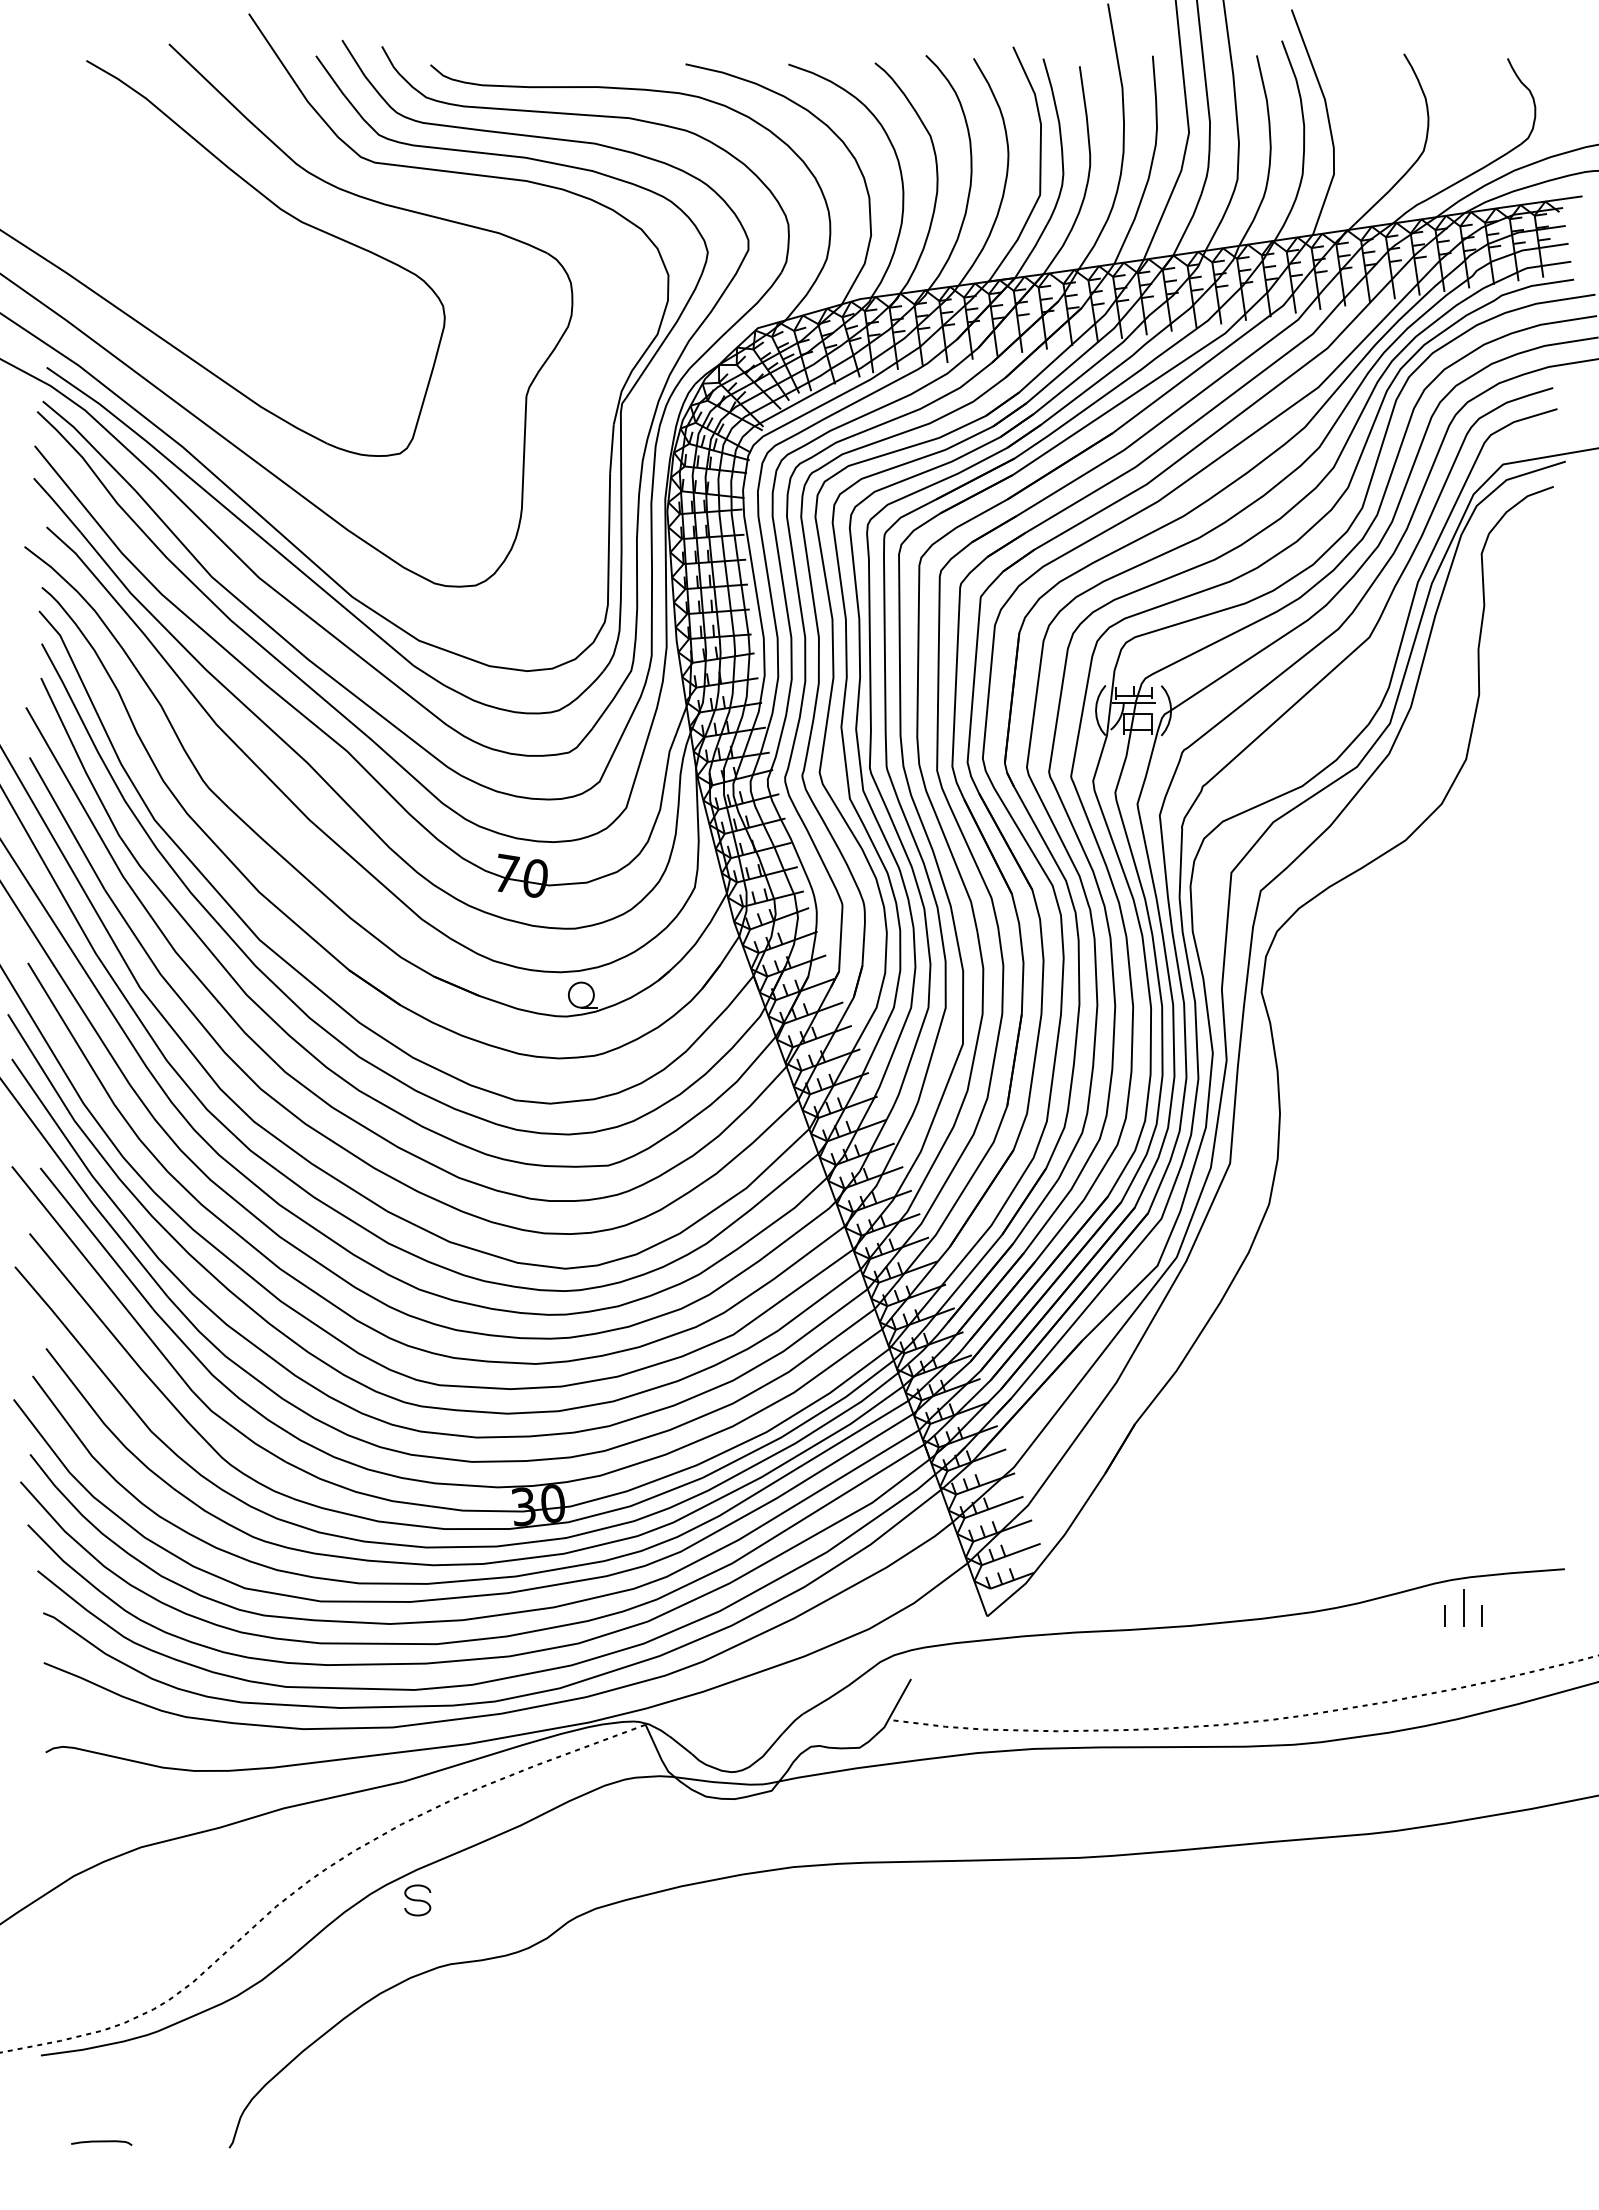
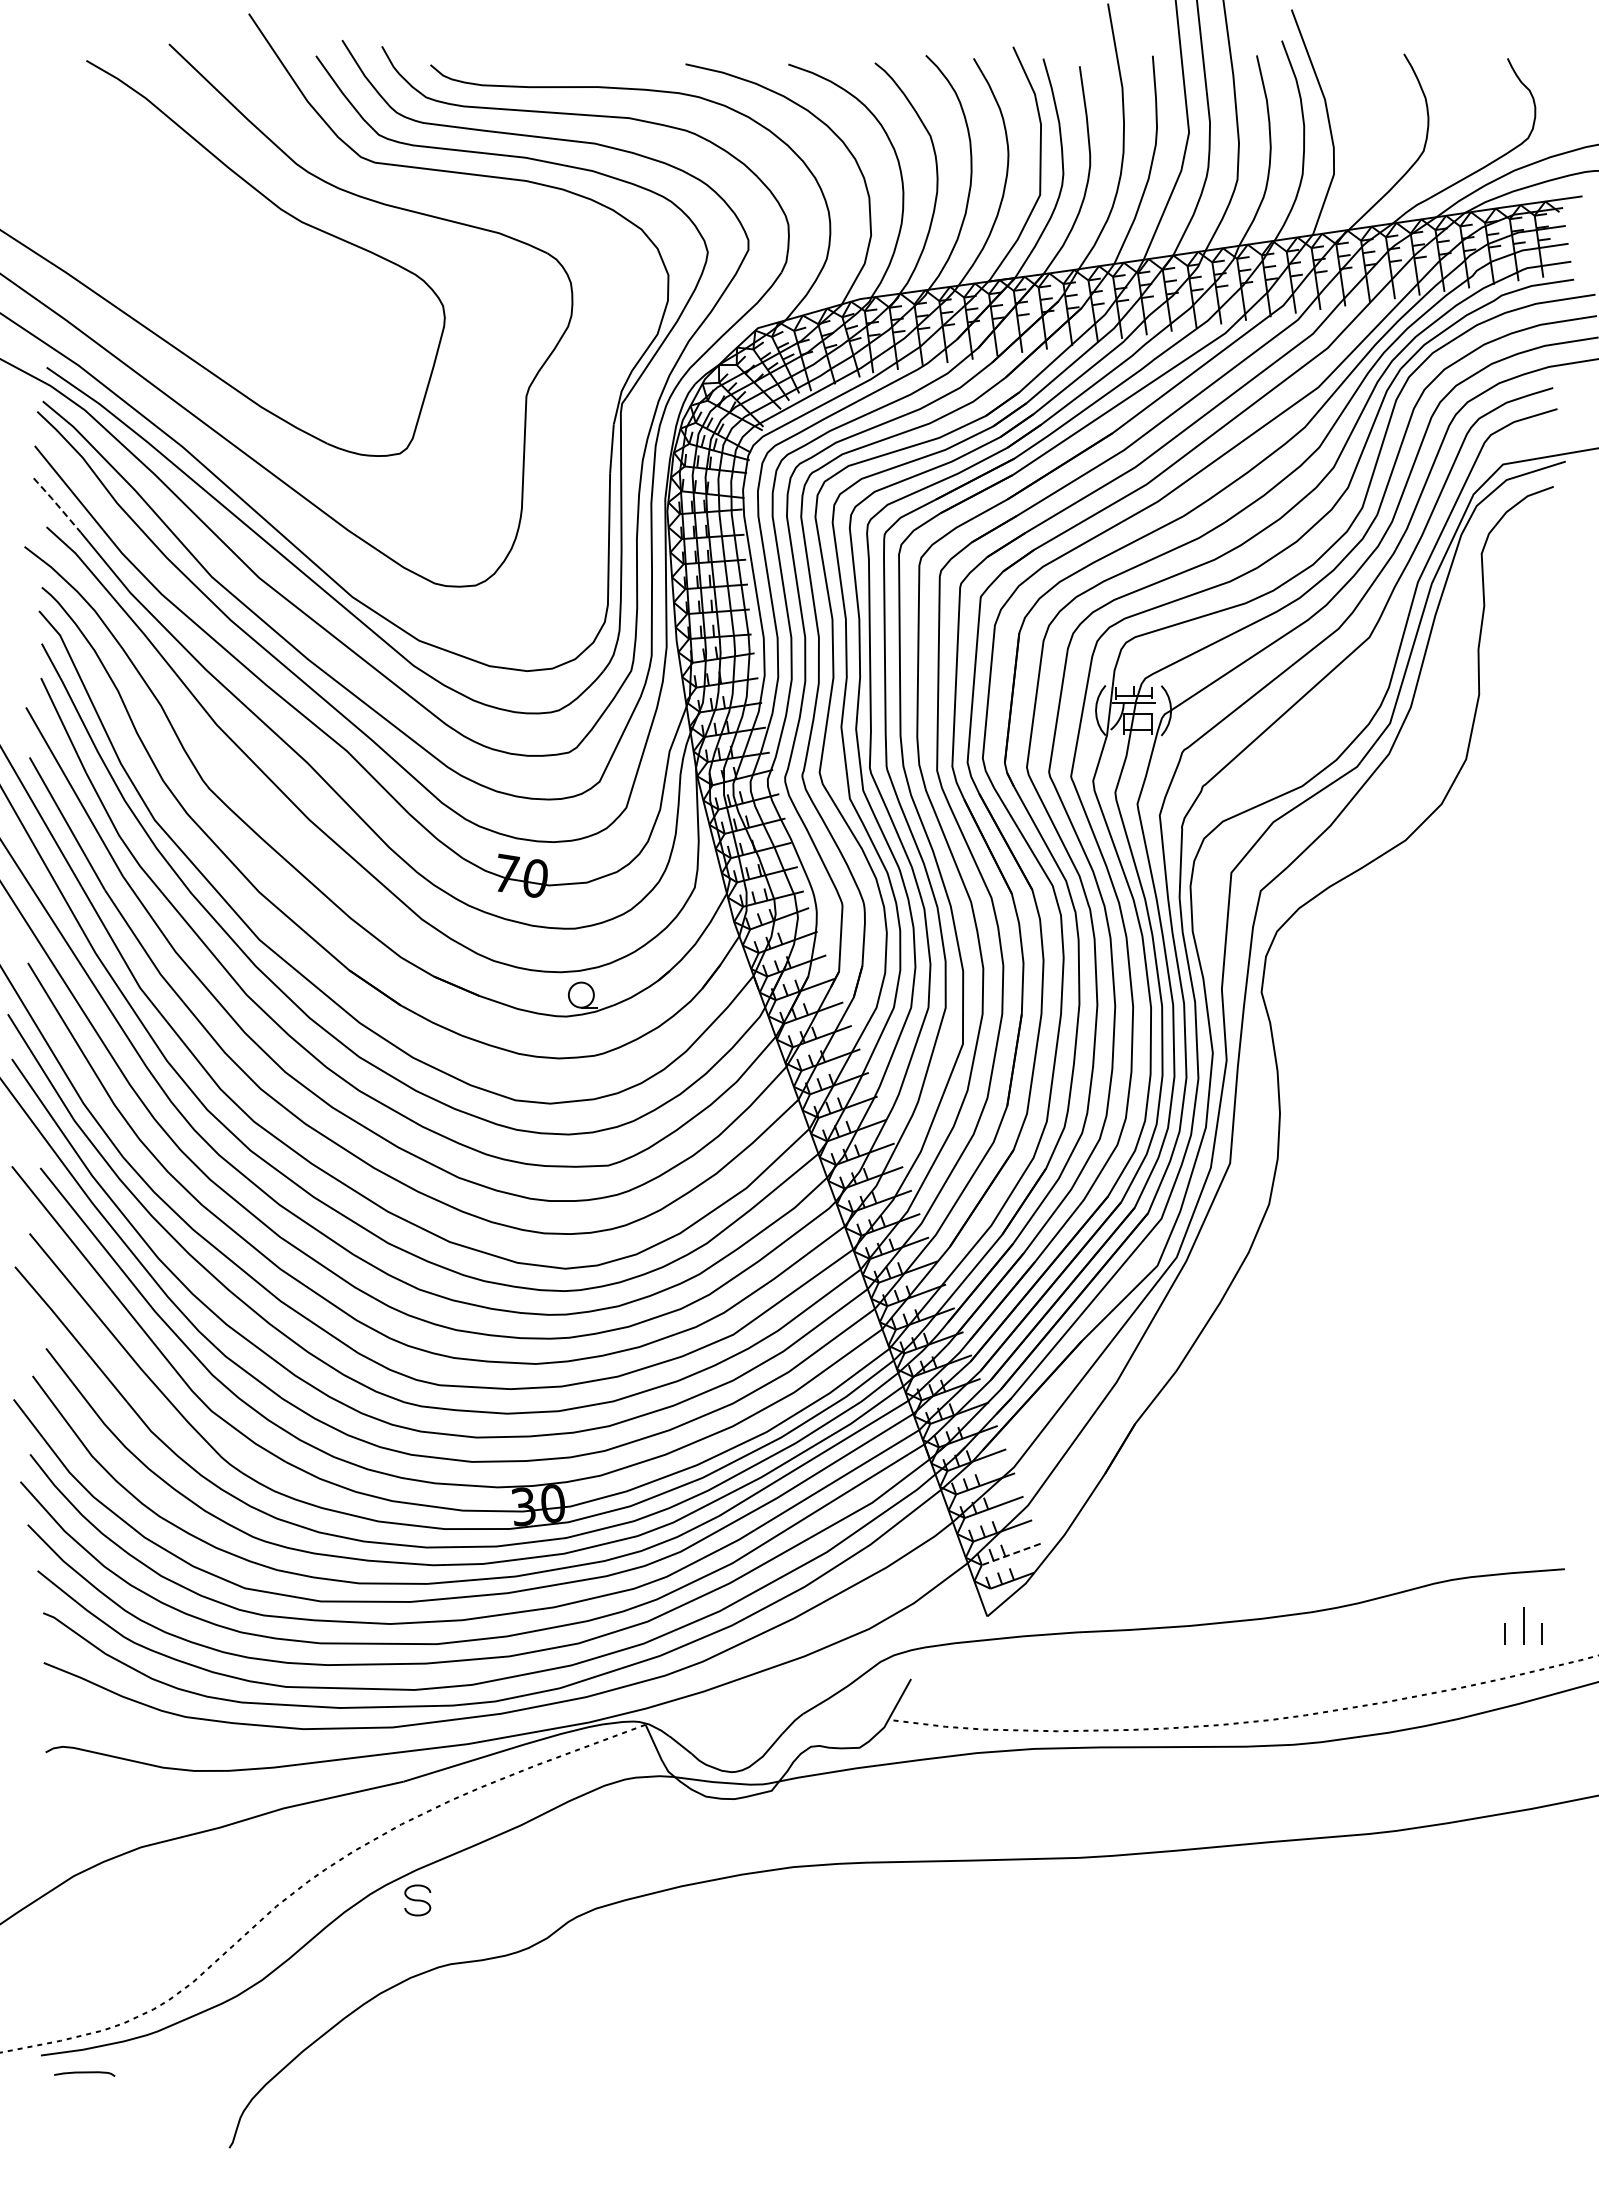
line at (57, 504): solid -> dashed
line at (1010, 1554): solid -> dashed
part at (1463, 1607) position: (1463, 1607) -> (1523, 1625)
curve at (101, 2142) position: (101, 2142) -> (84, 2073)
